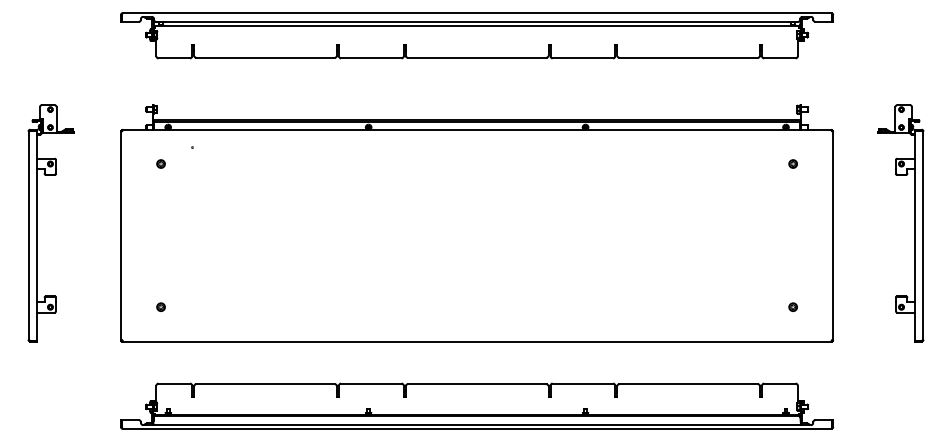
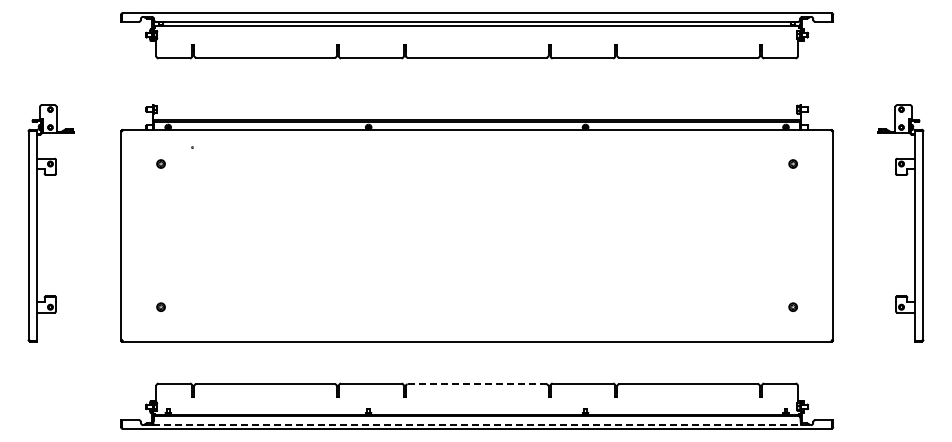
line at (476, 384): solid -> dashed
line at (477, 424): solid -> dashed
